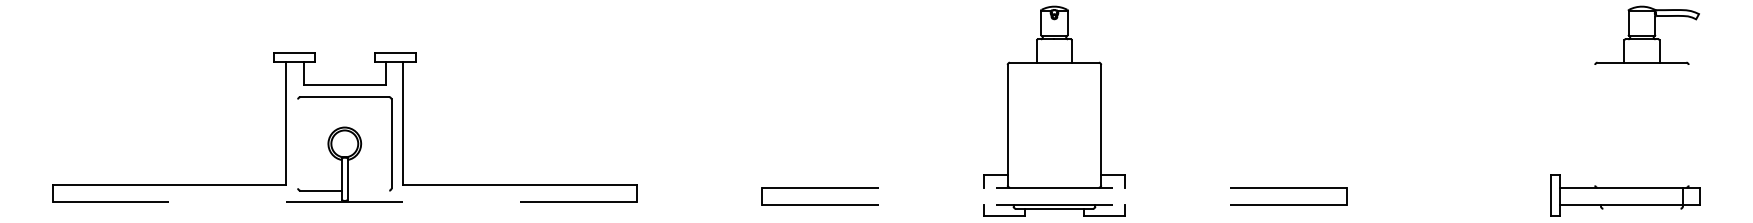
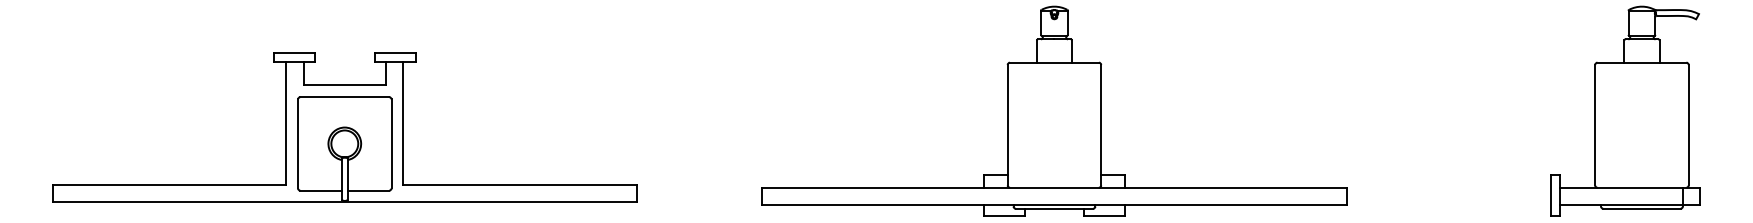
line at (1595, 125): none -> present
line at (1688, 125): none -> present
line at (298, 143): none -> present
line at (1054, 187): dashed -> solid
line at (368, 190): none -> present
line at (345, 202): dashed -> solid
line at (1054, 205): dashed -> solid
line at (1641, 208): none -> present
